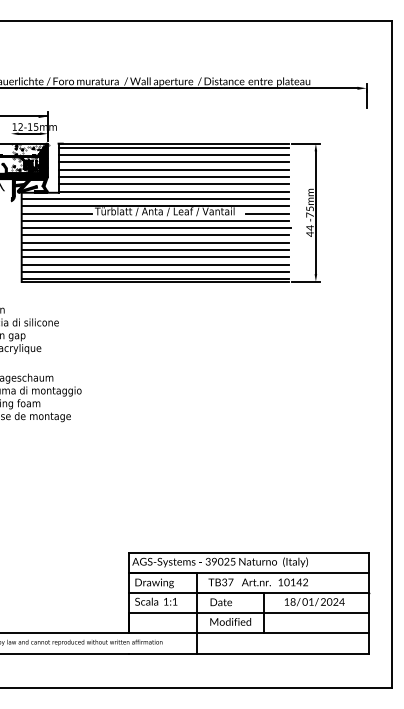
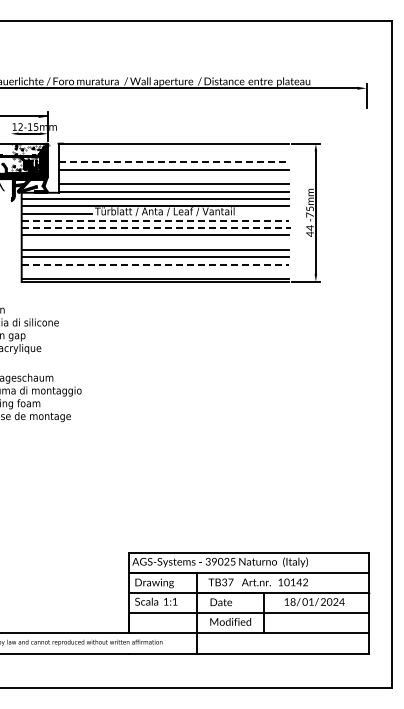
line at (173, 147): present -> none
line at (173, 155): present -> none
line at (174, 162): solid -> dashed
line at (173, 176): present -> none
line at (267, 213): present -> none
line at (155, 220): solid -> dashed
line at (156, 228): solid -> dashed
line at (155, 242): present -> none
line at (155, 264): solid -> dashed
line at (155, 272): present -> none
